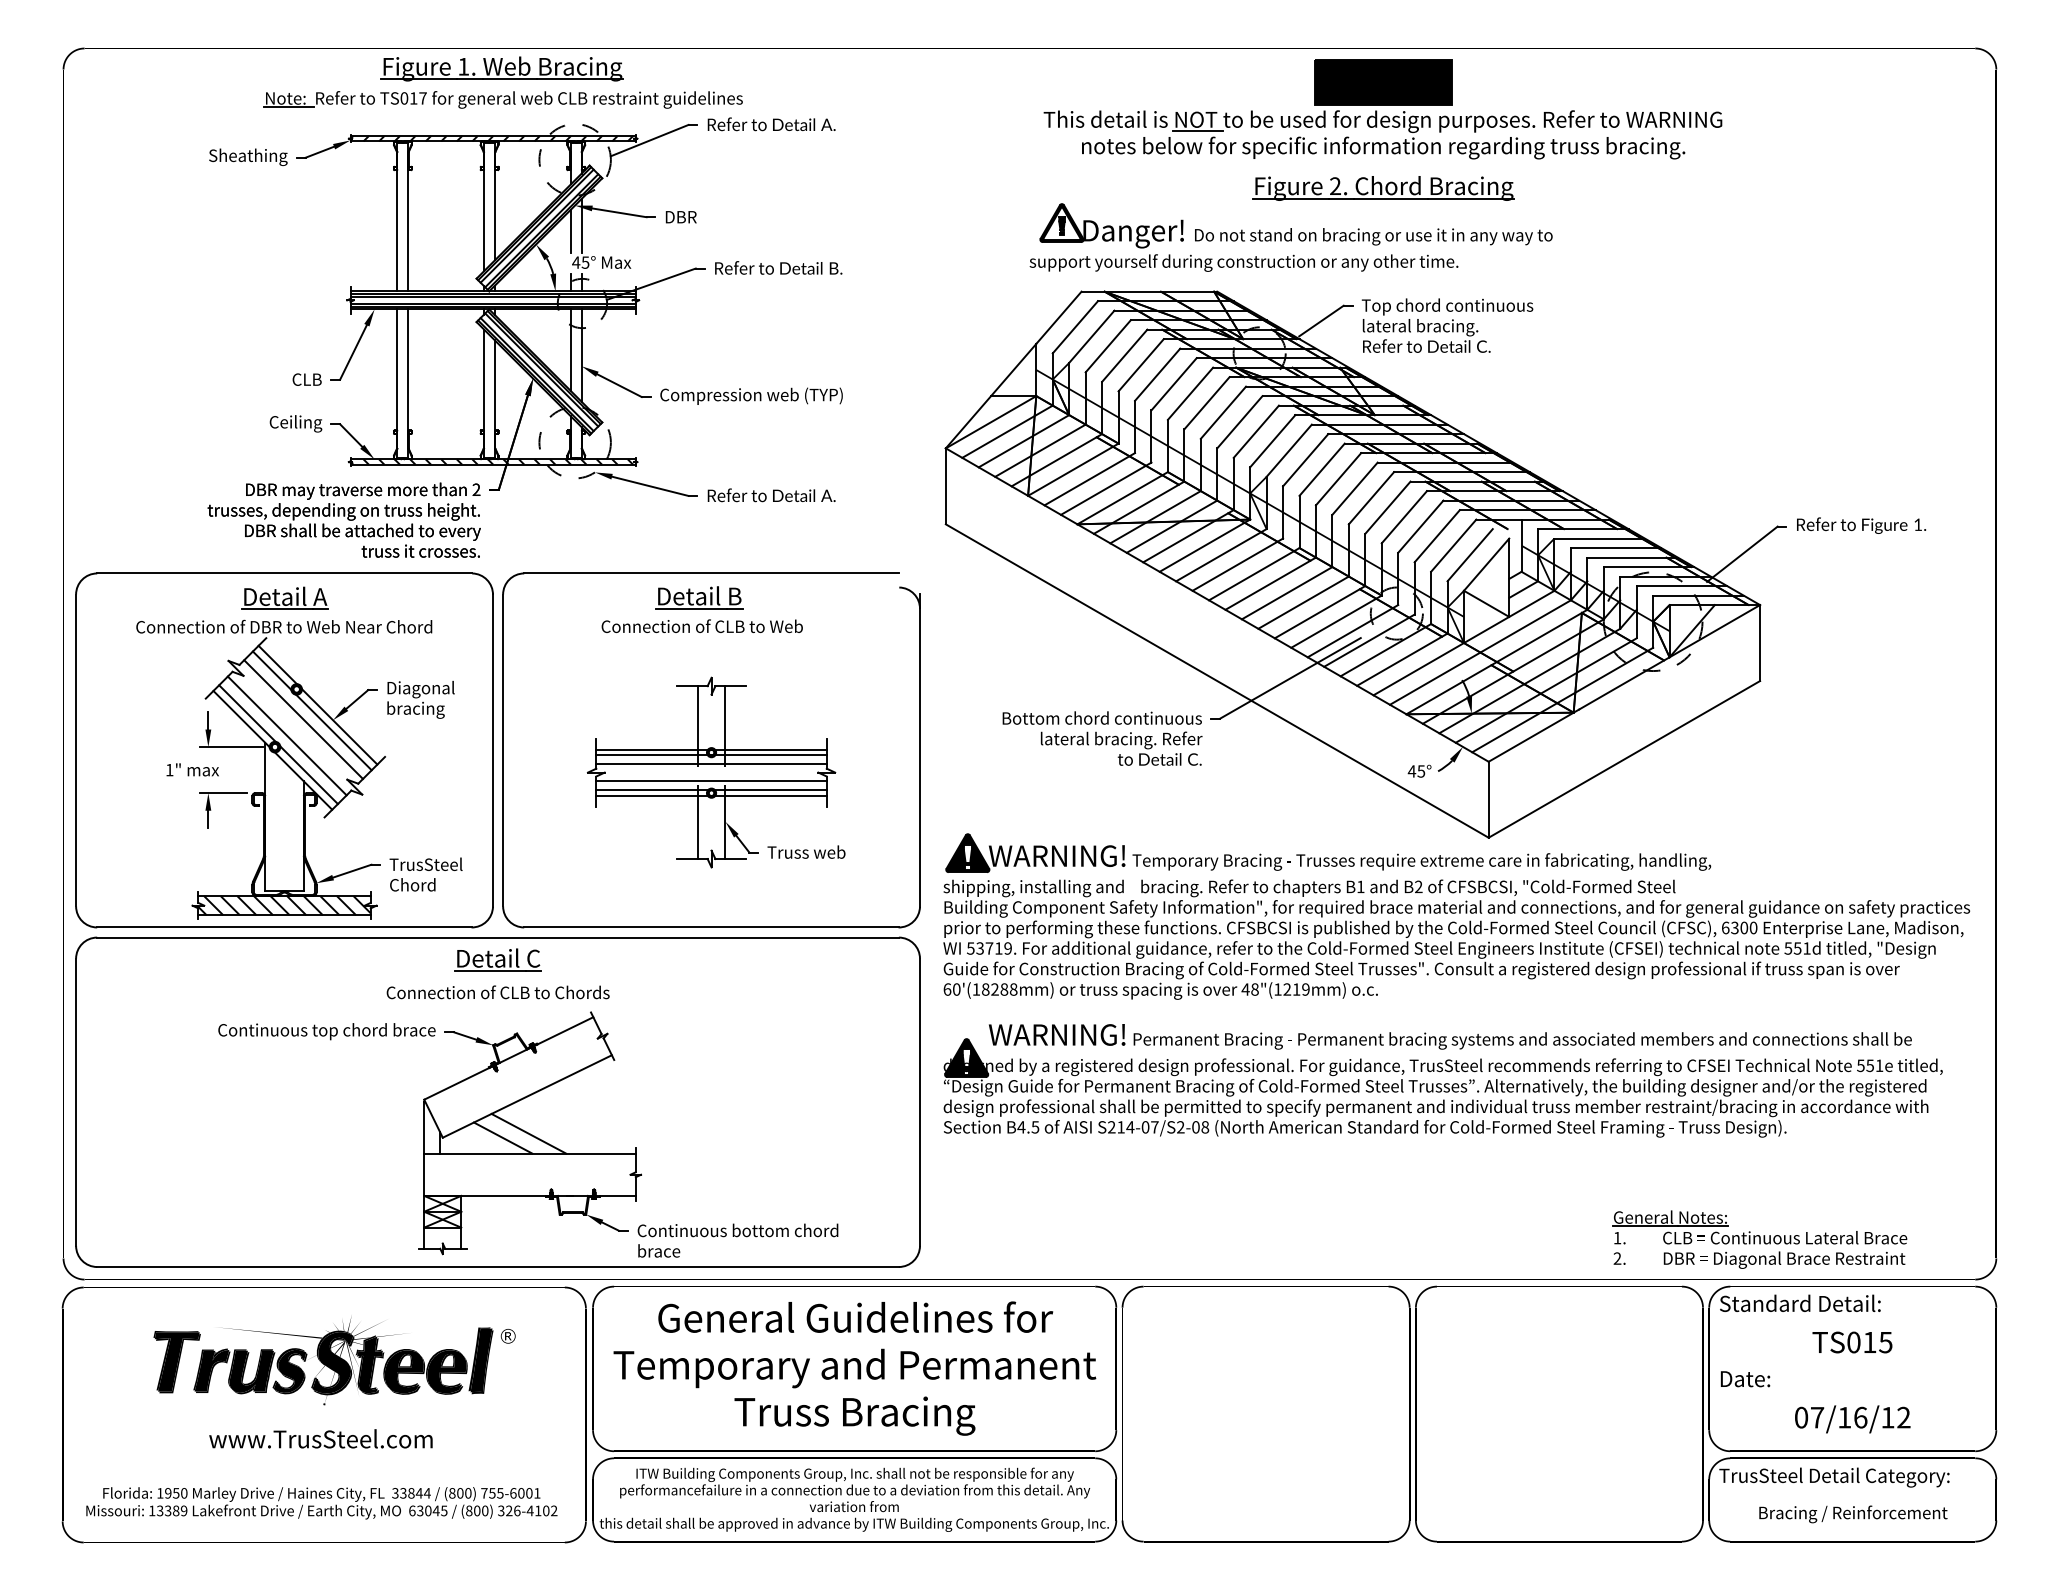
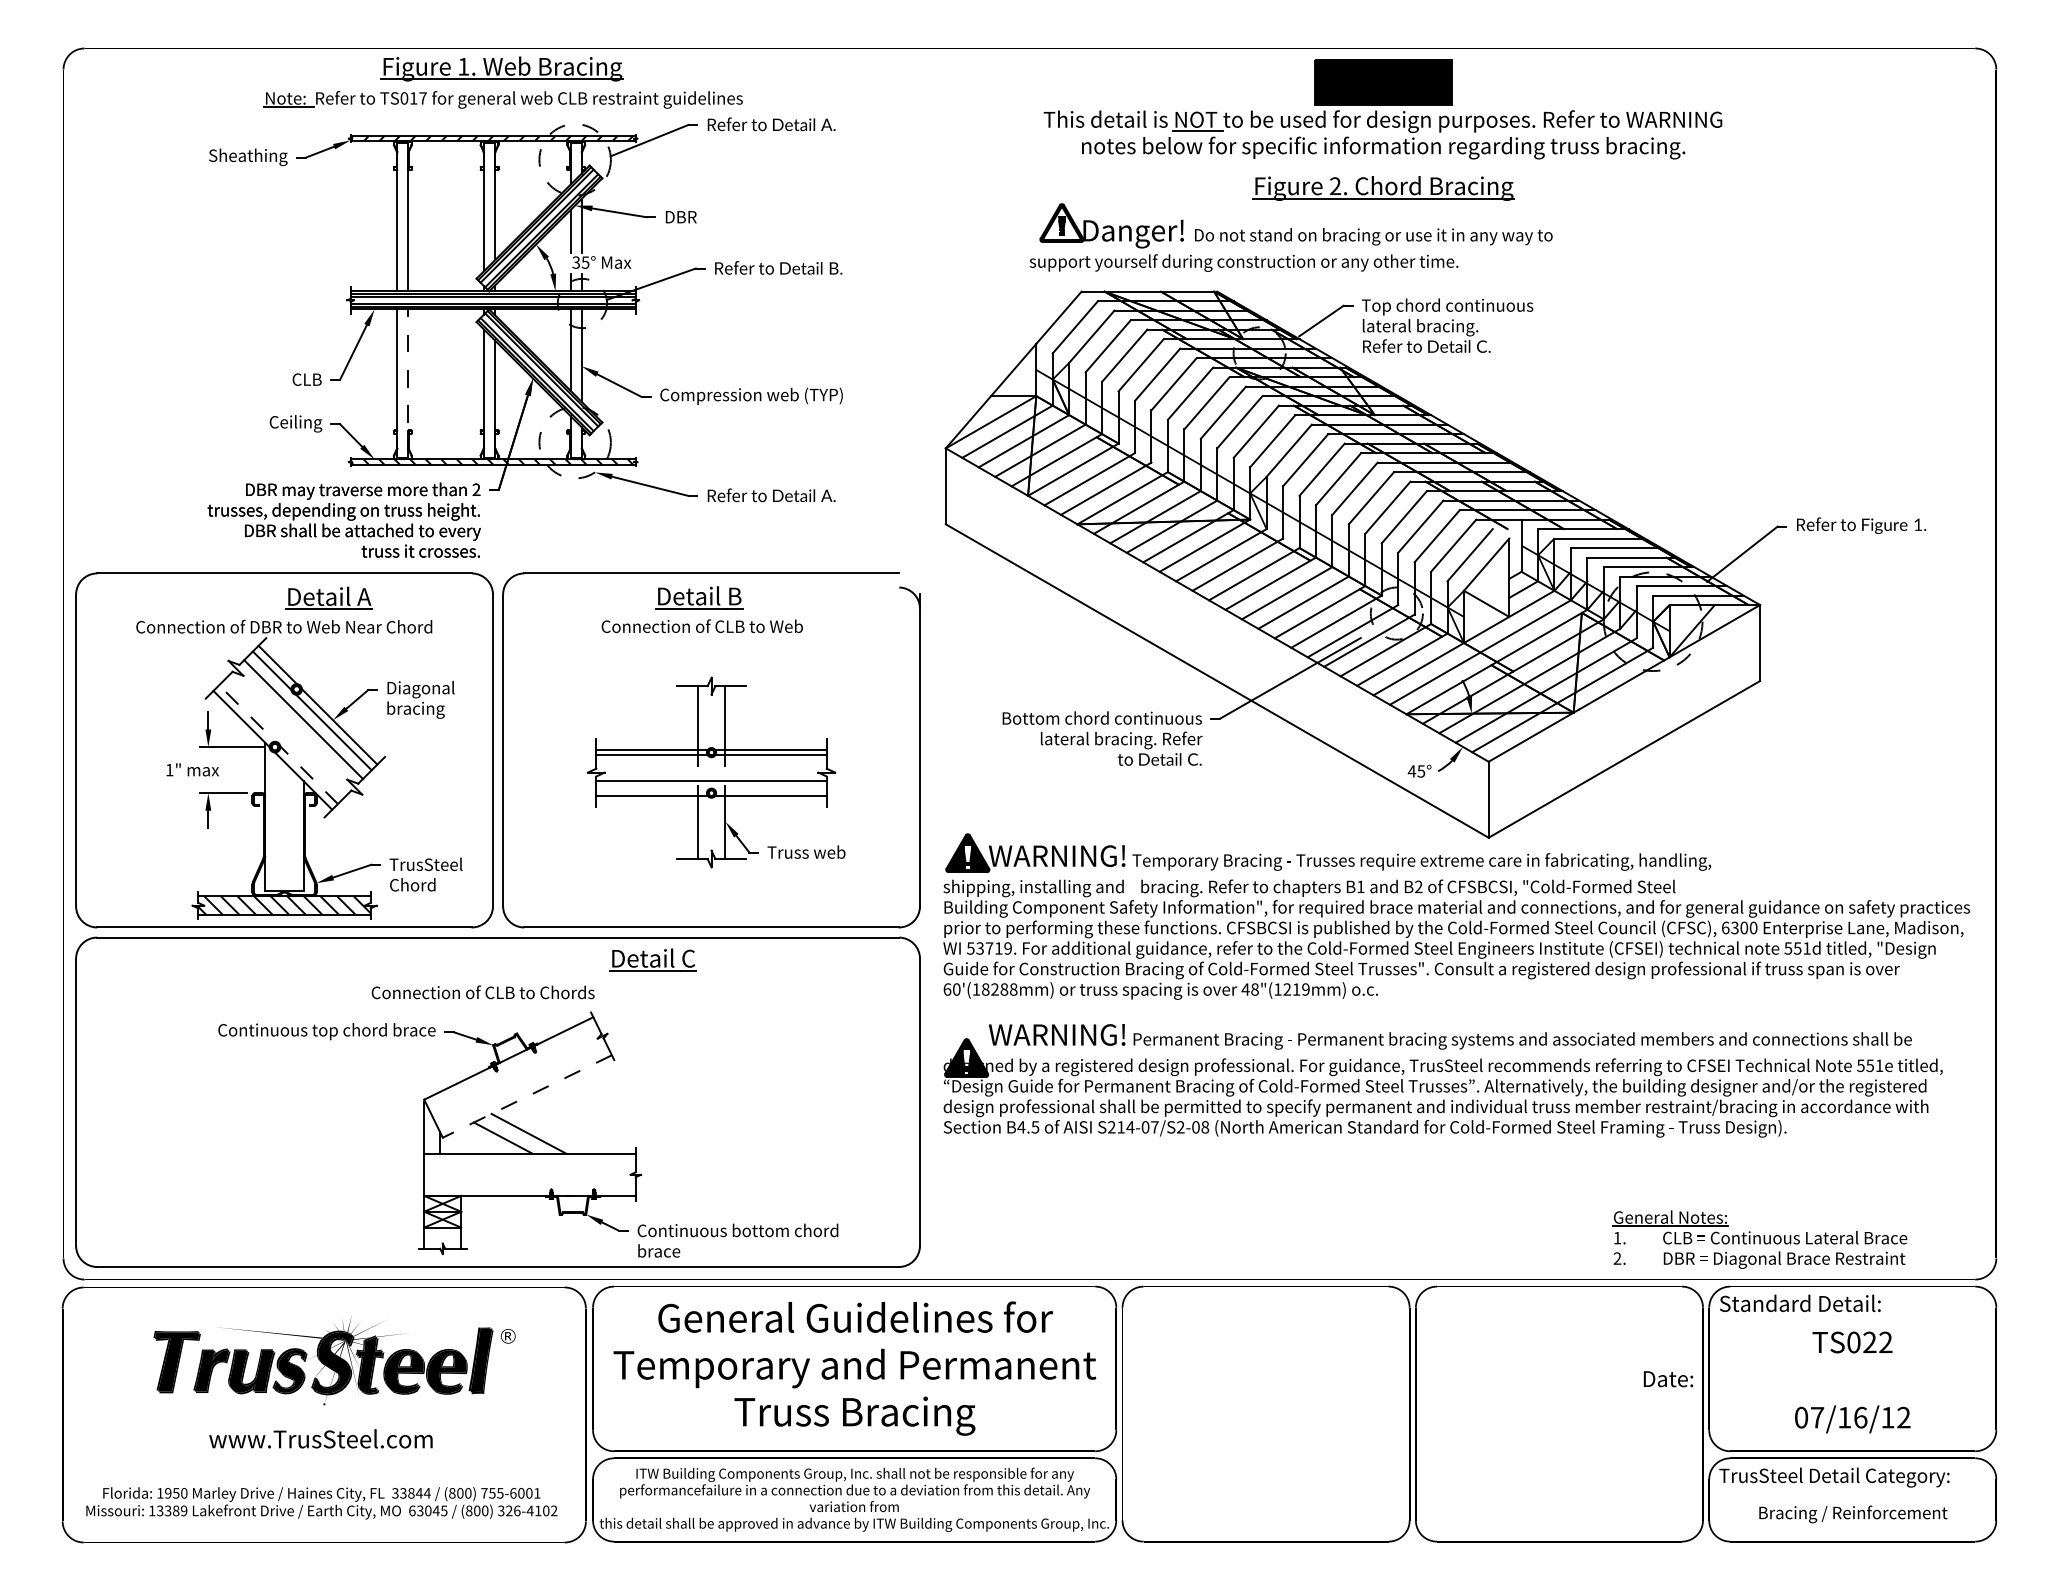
text at (576, 262): 45° -> 35°
line at (408, 383): solid -> dashed
part at (284, 597) position: (284, 597) -> (328, 597)
line at (286, 735): present -> none
line at (278, 744): solid -> dashed
line at (711, 764): present -> none
line at (711, 789): present -> none
part at (497, 959) position: (497, 959) -> (652, 959)
text at (497, 992) position: (497, 992) -> (482, 992)
line at (526, 1096): solid -> dashed
text at (1877, 1342): TS015 -> TS022
text at (1745, 1379) position: (1745, 1379) -> (1668, 1379)
